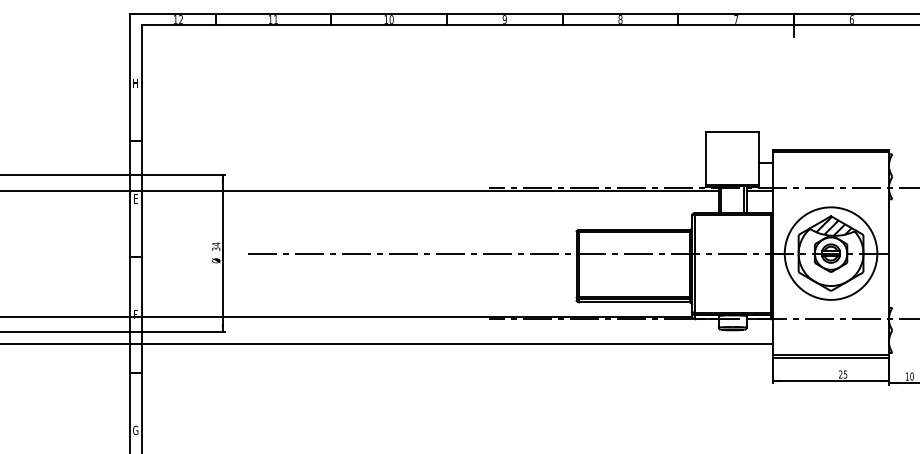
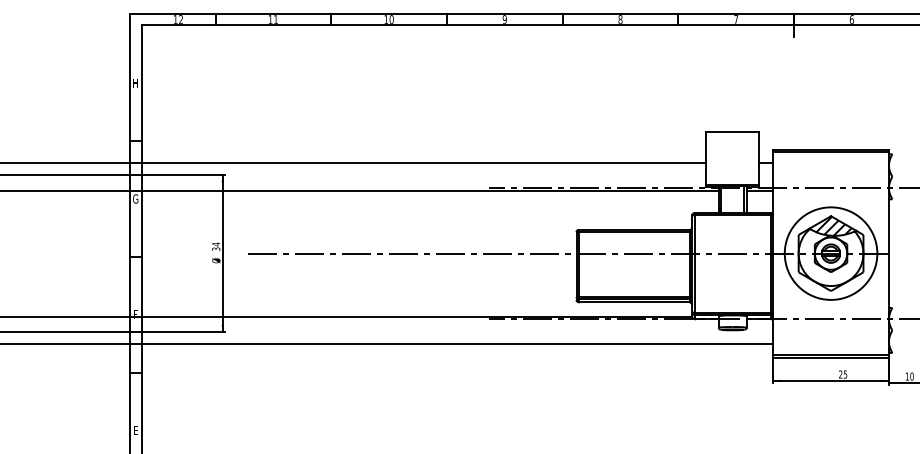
line at (354, 162): none -> present
text at (135, 198): E -> G
text at (135, 430): G -> E
